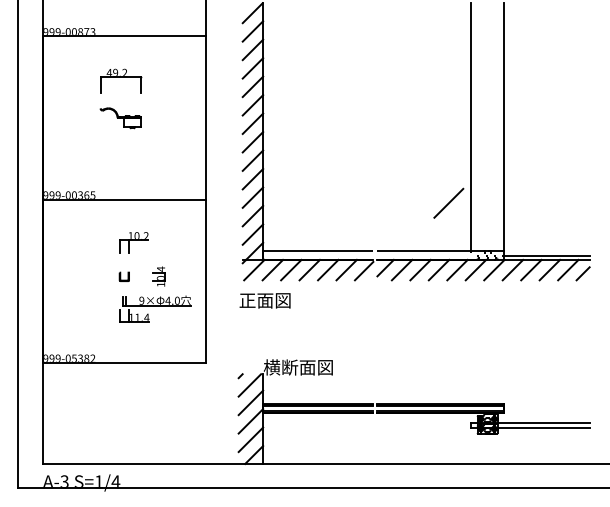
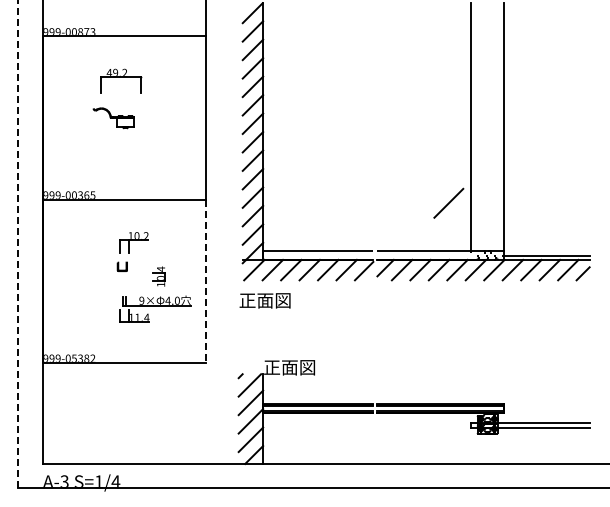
part at (120, 118) position: (120, 118) -> (113, 118)
line at (18, 244): solid -> dashed
part at (123, 276) position: (123, 276) -> (121, 266)
line at (206, 281): solid -> dashed
text at (297, 367): 横断面図 -> 正面図
